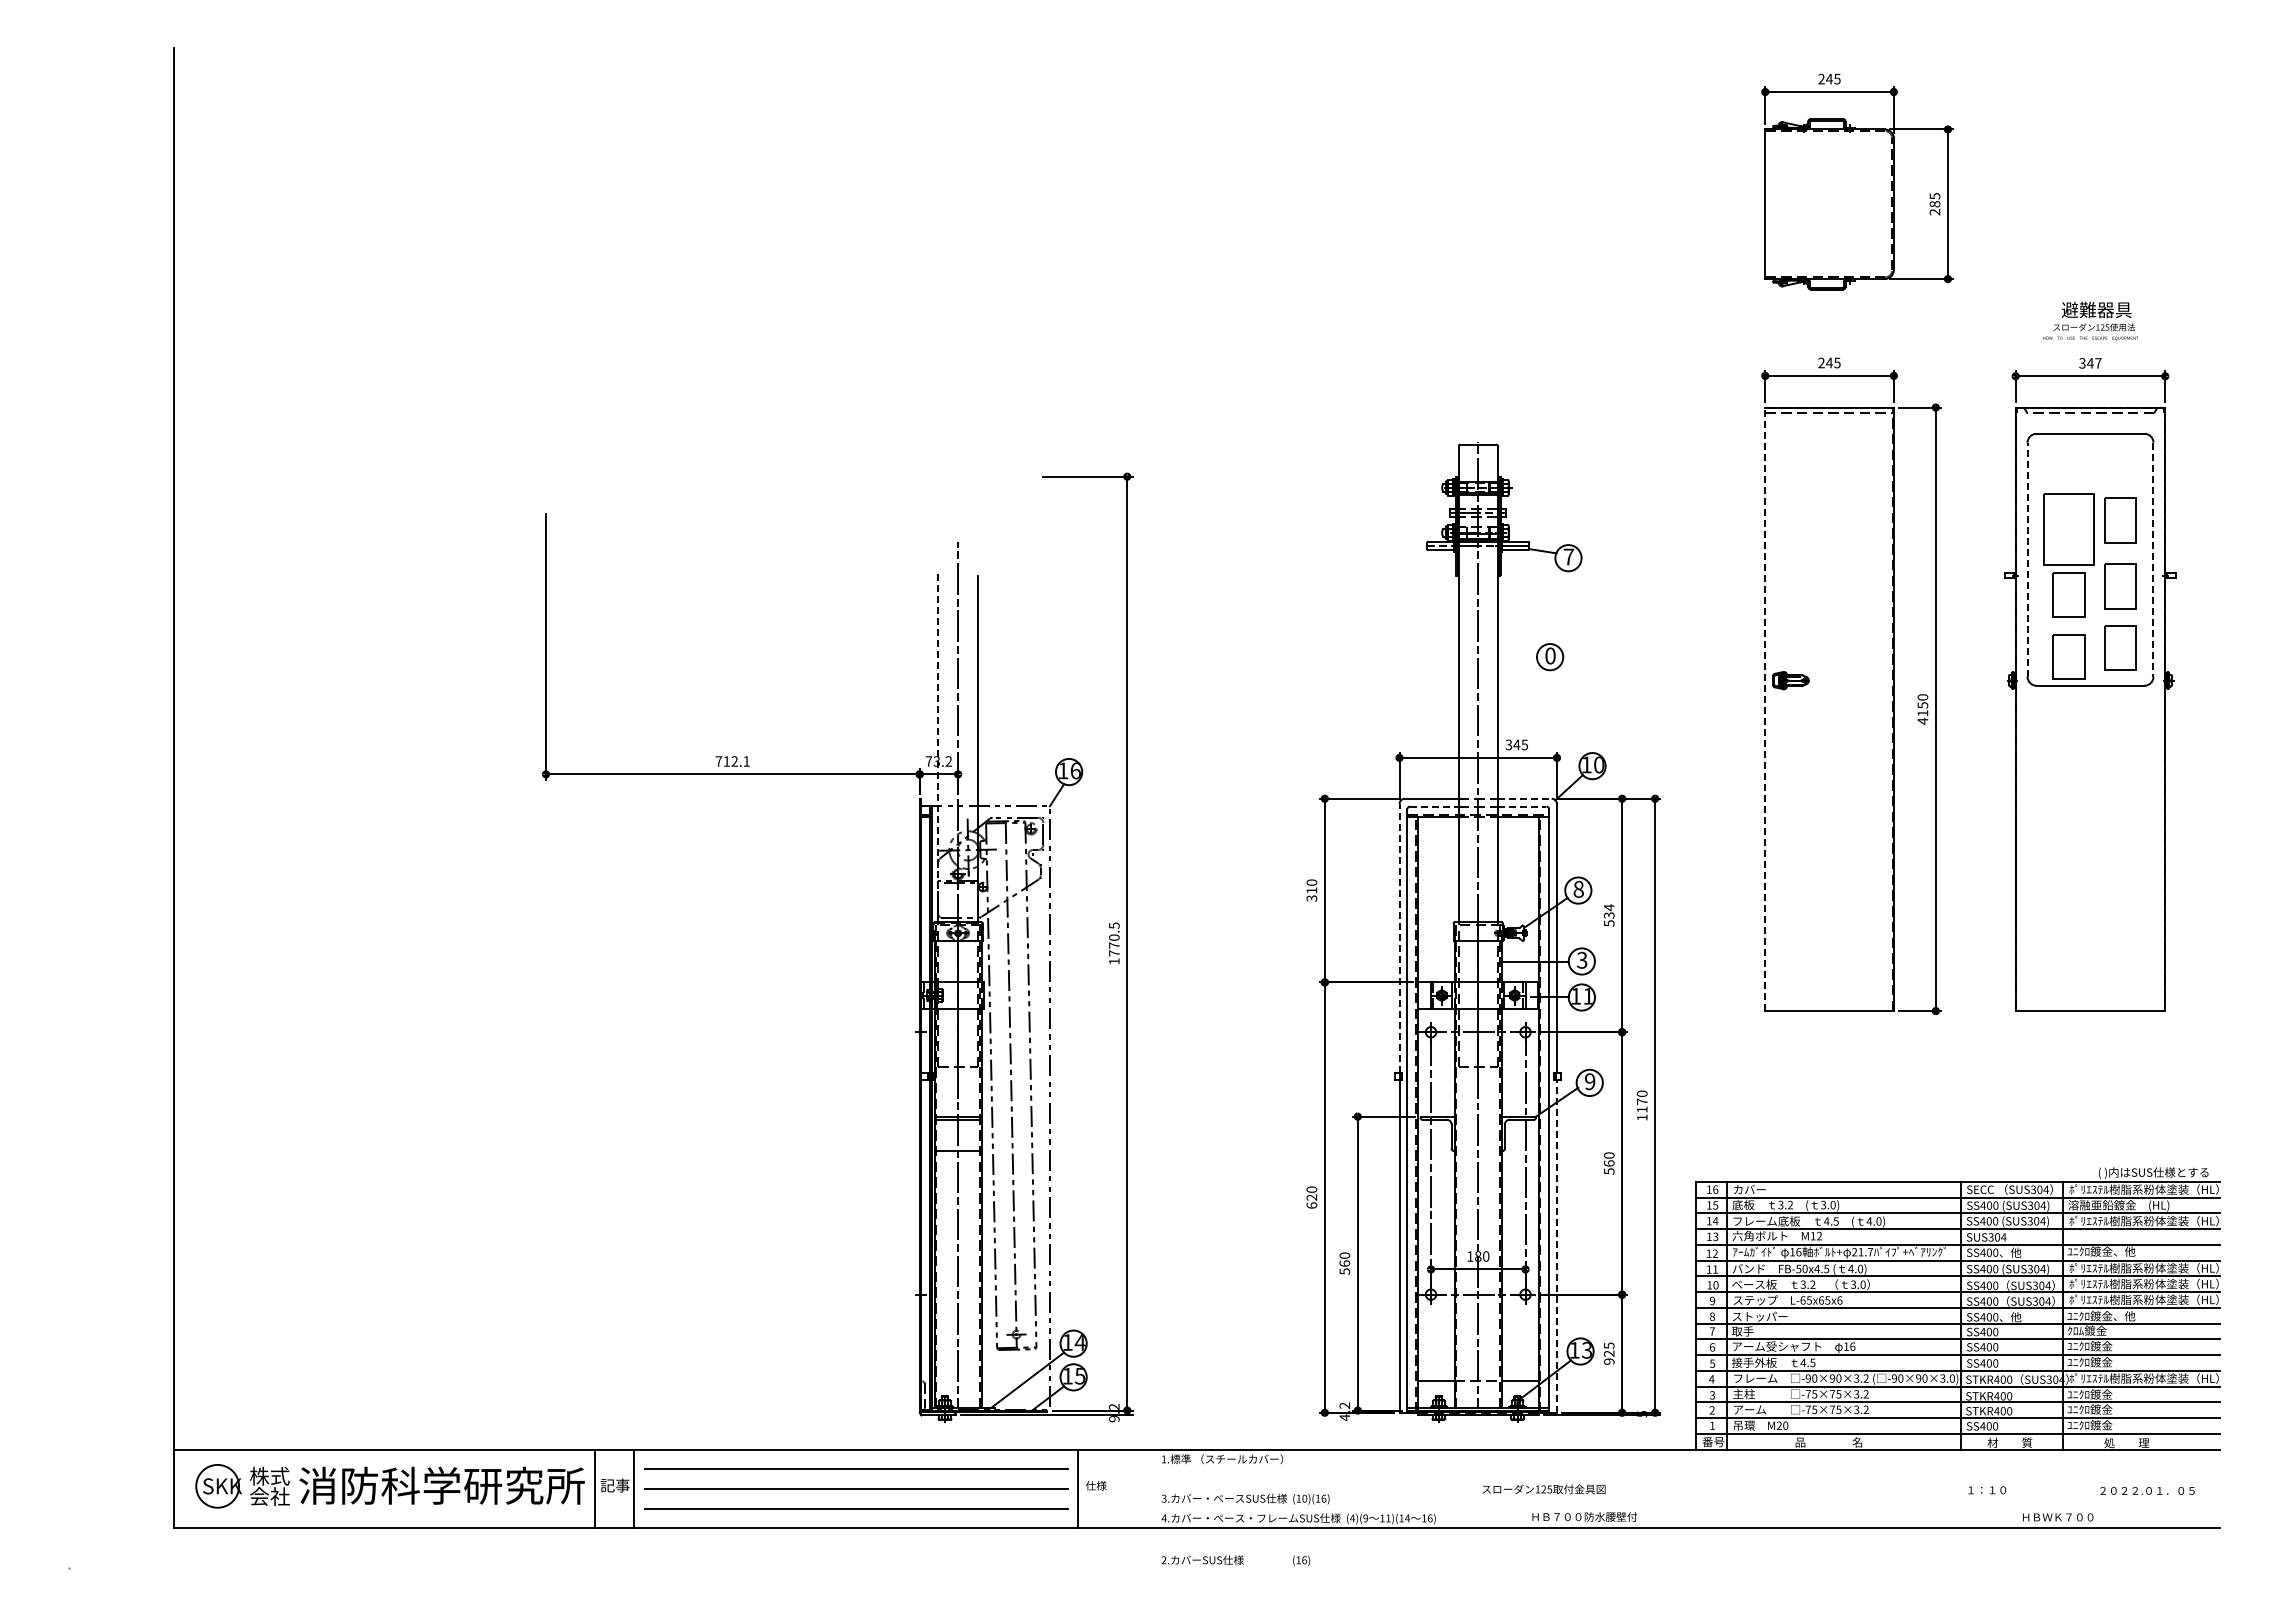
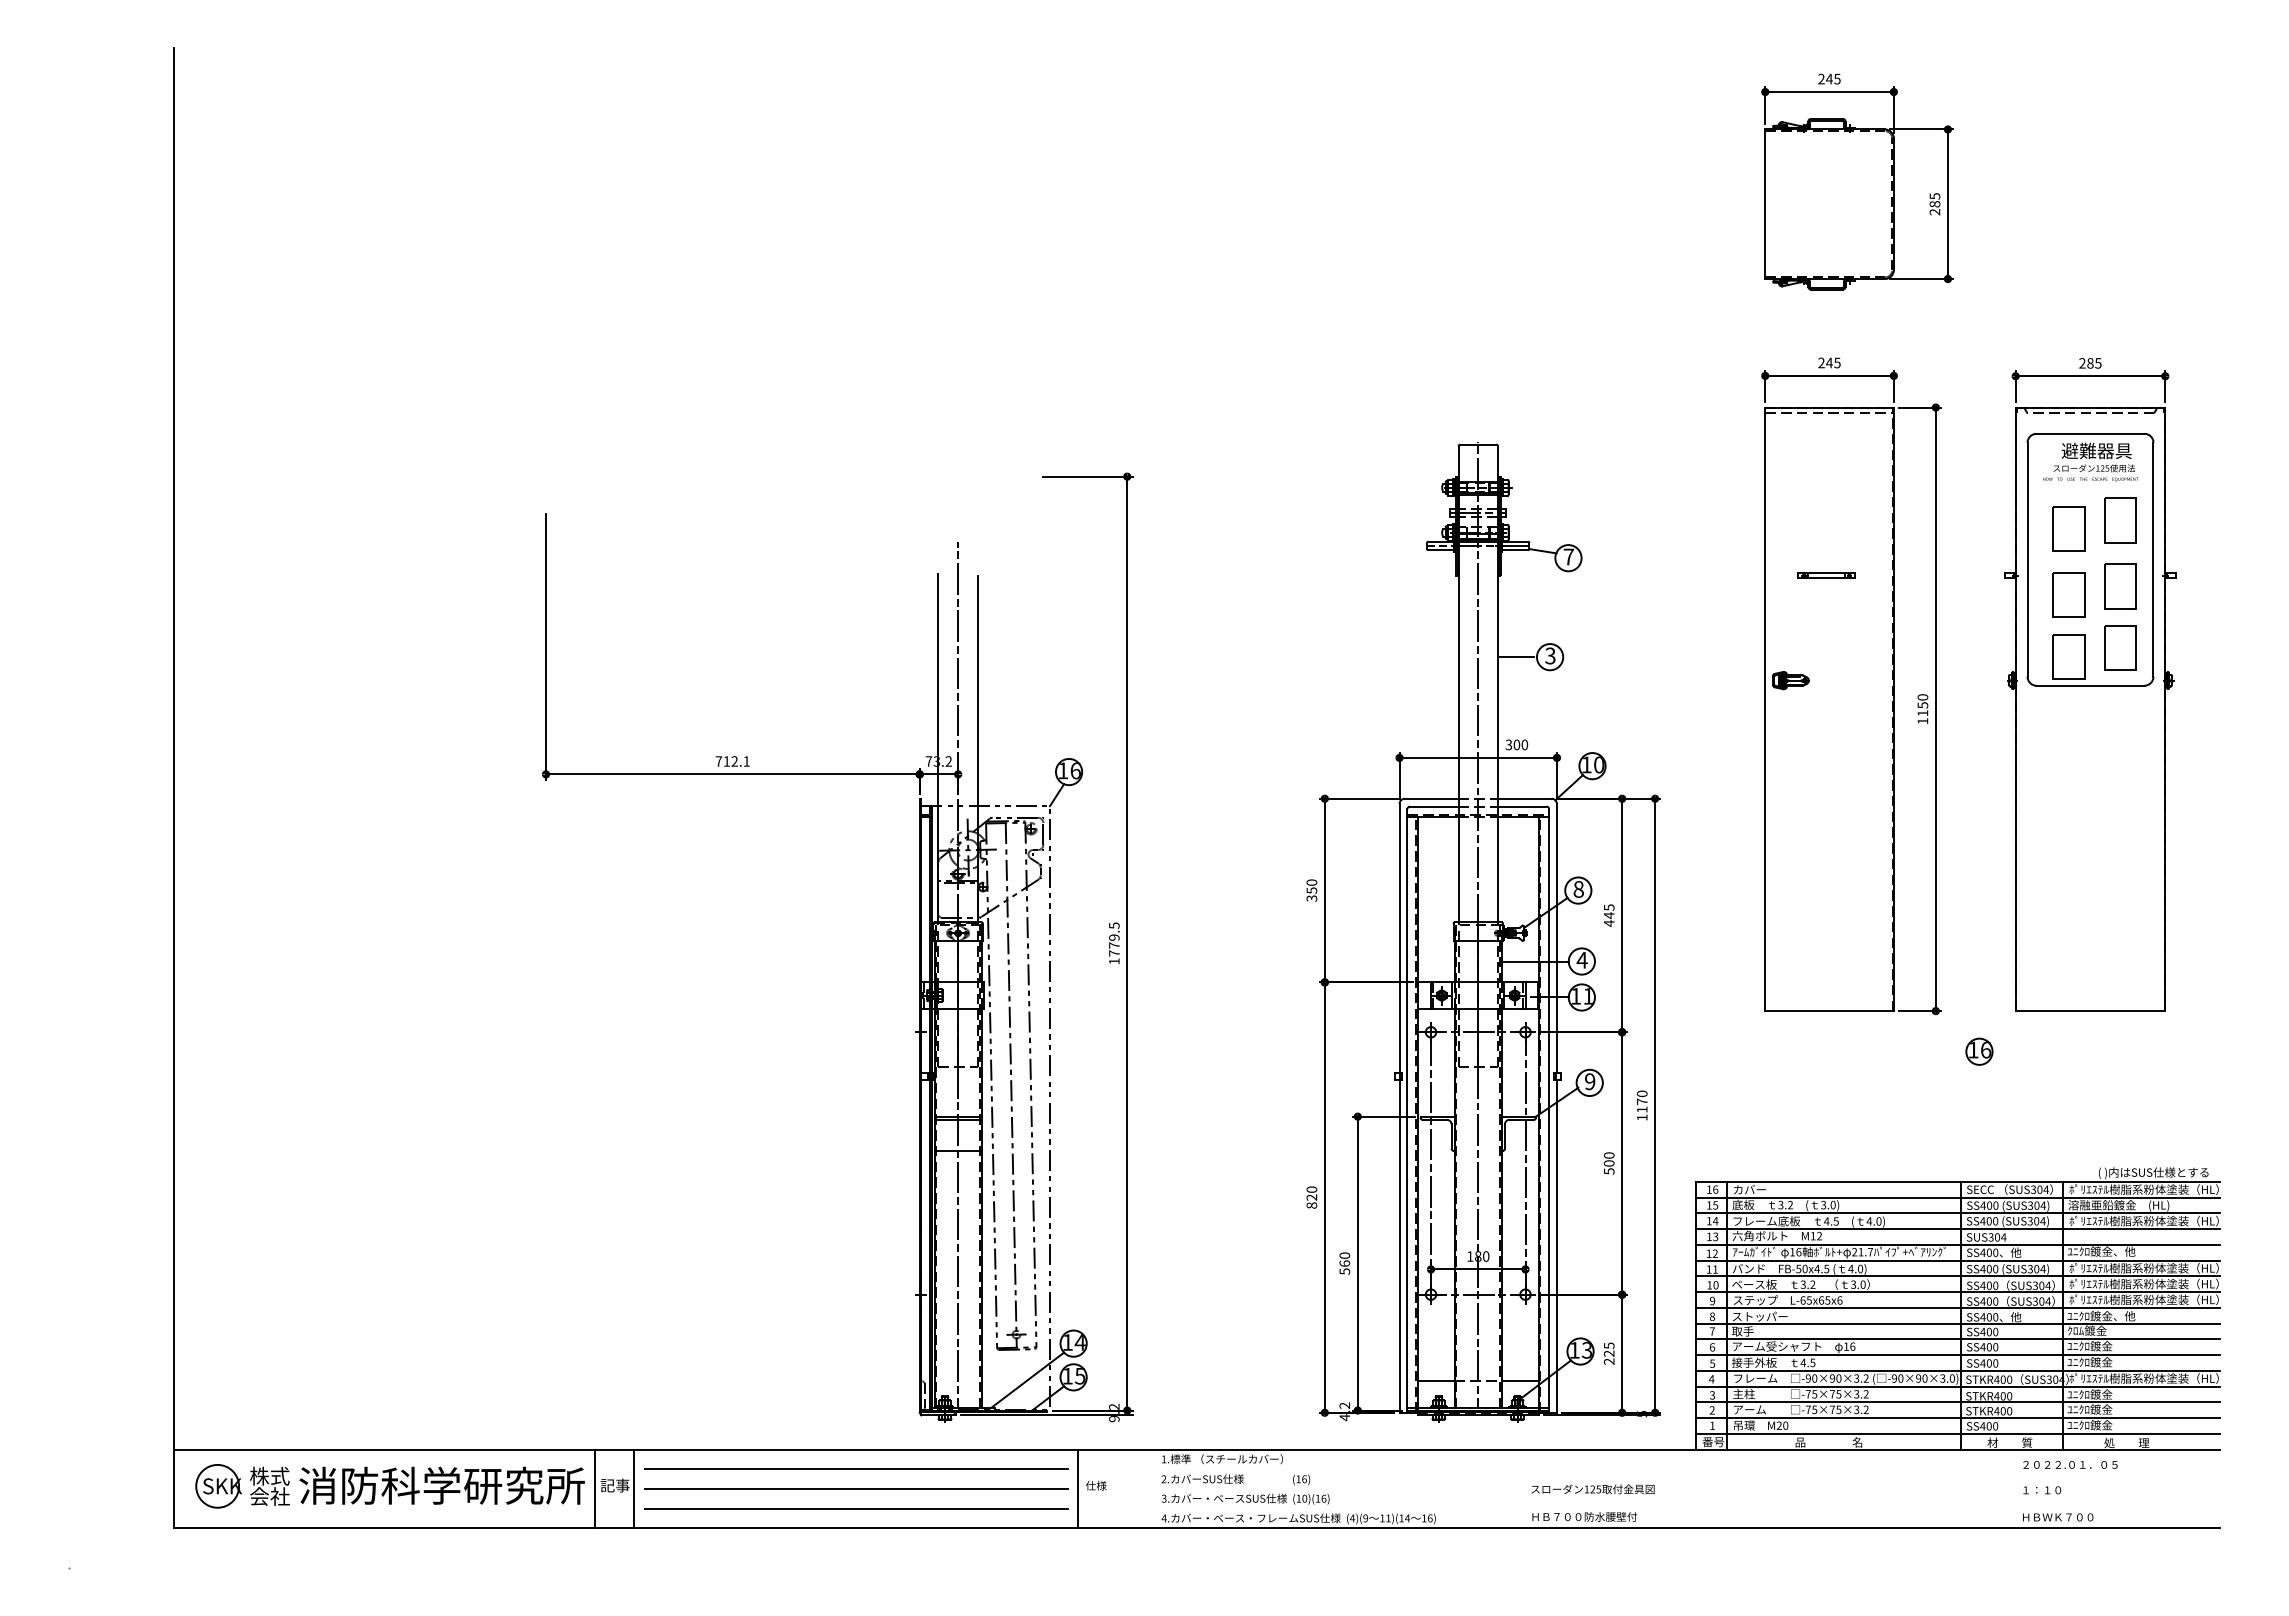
text at (2090, 320) position: (2090, 320) -> (2090, 461)
text at (2090, 363): 347 -> 285
part at (2068, 529) size: 52x73 px -> 34x46 px
line at (2027, 559): dashed -> solid
line at (2153, 560): dashed -> solid
part at (1826, 575): none -> present
text at (1550, 655): 0 -> 3
line at (1515, 657): none -> present
line at (1765, 709): dashed -> solid
text at (1922, 720): 4150 -> 1150
text at (1520, 744): 345 -> 300
line at (938, 747): dashed -> solid
line at (1524, 798): dashed -> solid
line at (1434, 806): dashed -> solid
line at (1522, 806): dashed -> solid
text at (1311, 890): 310 -> 350
text at (1608, 915): 534 -> 445
text at (1114, 937): 1770.5 -> 1779.5
line at (1399, 938): dashed -> solid
text at (1581, 959): 3 -> 4
part at (1979, 1051): none -> present
text at (1608, 1163): 560 -> 500
text at (1311, 1205): 620 -> 820
line at (1556, 1246): dashed -> solid
text at (1609, 1361): 925 -> 225
text at (1543, 1489) position: (1543, 1489) -> (1592, 1489)
text at (1987, 1490) position: (1987, 1490) -> (2042, 1490)
text at (2147, 1490) position: (2147, 1490) -> (2070, 1464)
text at (1235, 1560) position: (1235, 1560) -> (1235, 1479)
